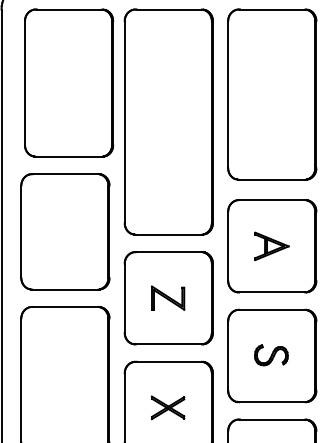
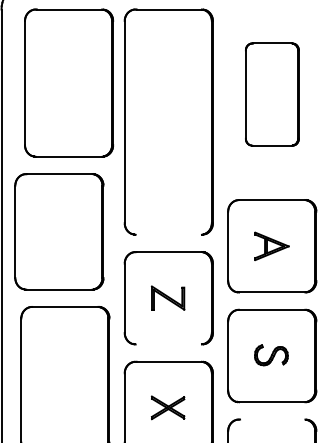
part at (272, 94) size: 91x173 px -> 55x105 px
part at (65, 231) position: (65, 231) -> (59, 231)
line at (168, 234): present -> none
line at (168, 344): present -> none
line at (272, 419): present -> none
